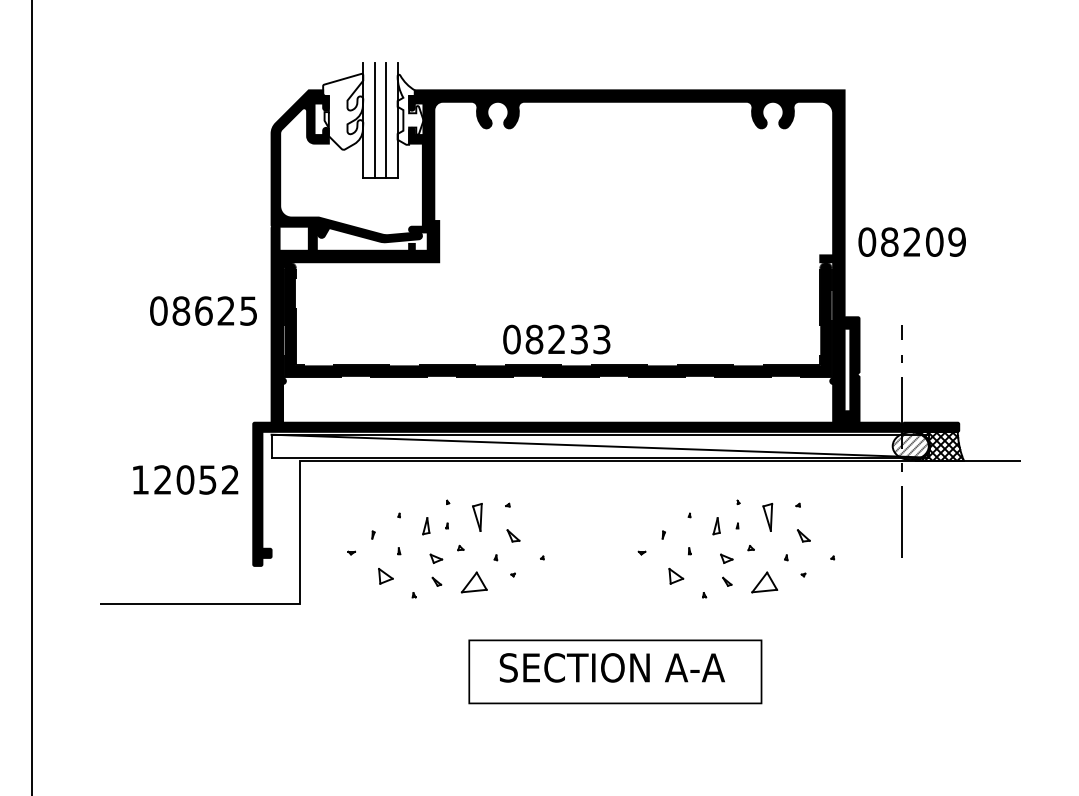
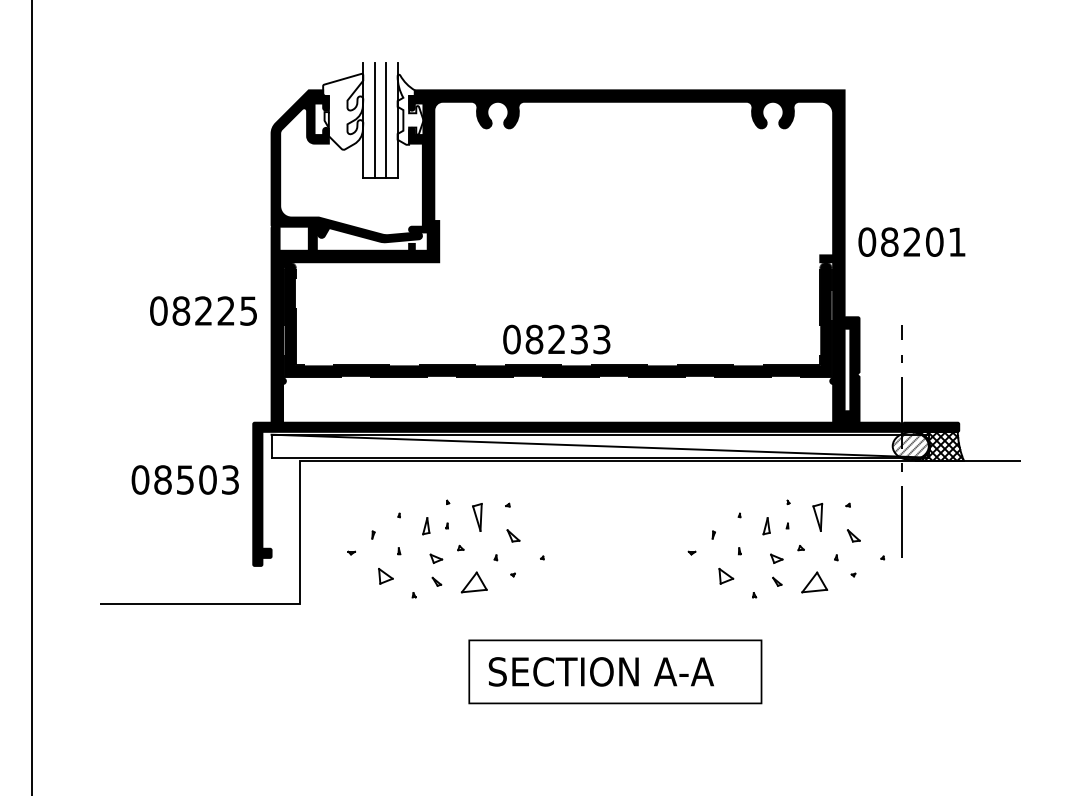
text at (956, 241): 08209 -> 08201
text at (203, 310): 08625 -> 08225
text at (184, 479): 12052 -> 08503
part at (733, 558) position: (733, 558) -> (783, 558)
text at (611, 667) position: (611, 667) -> (600, 671)
